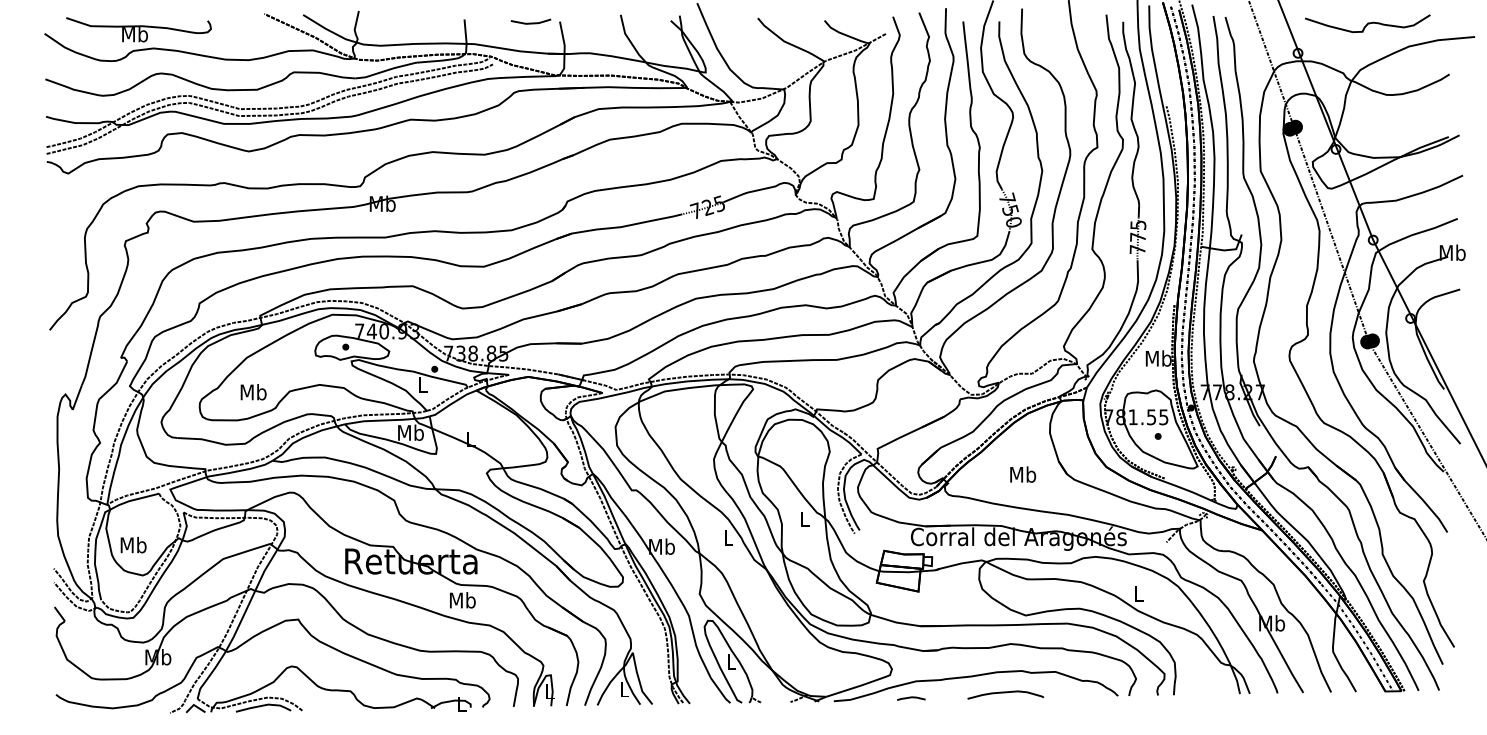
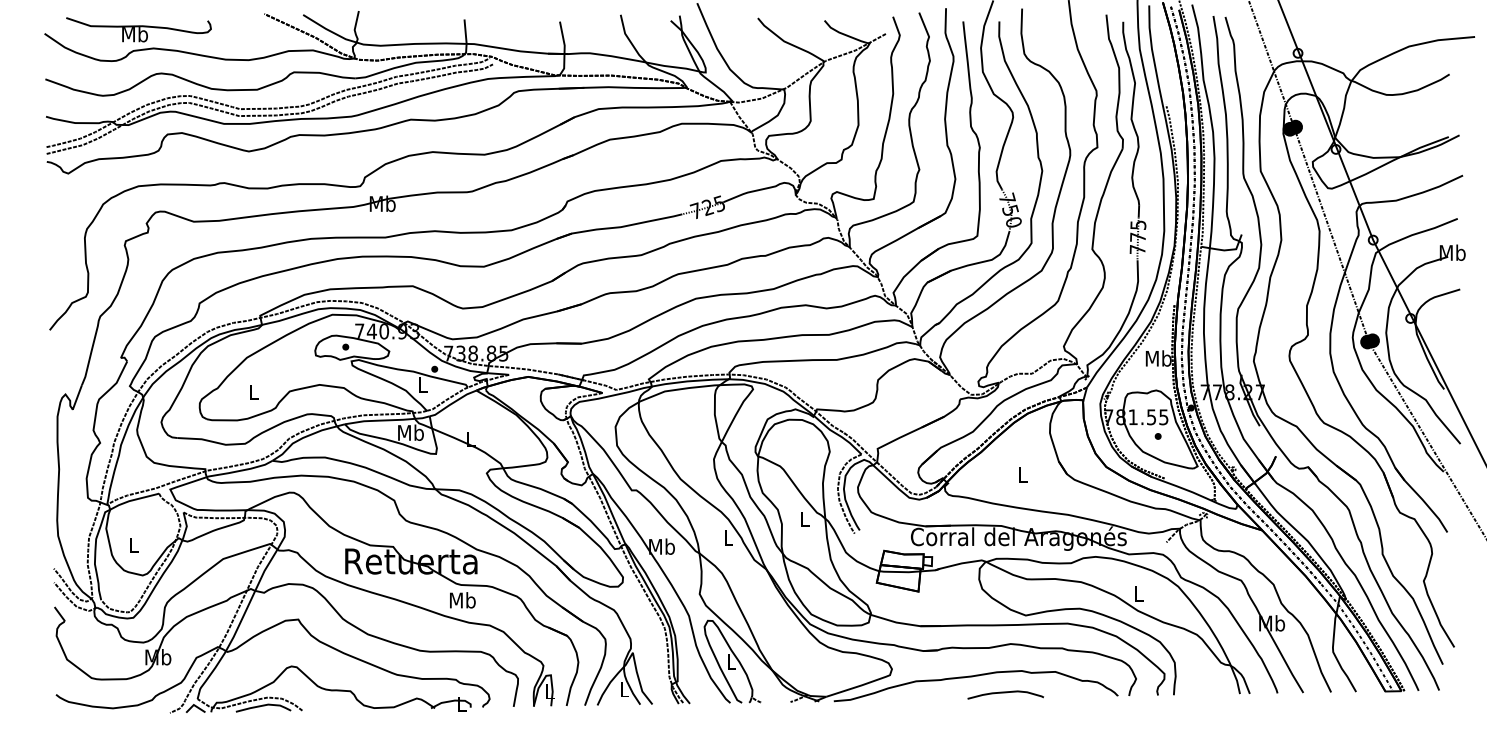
line at (530, 22): present -> none
curve at (1367, 23): present -> none
text at (253, 392): Mb -> L
text at (1023, 474): Mb -> L
text at (133, 544): Mb -> L
line at (911, 698): present -> none
